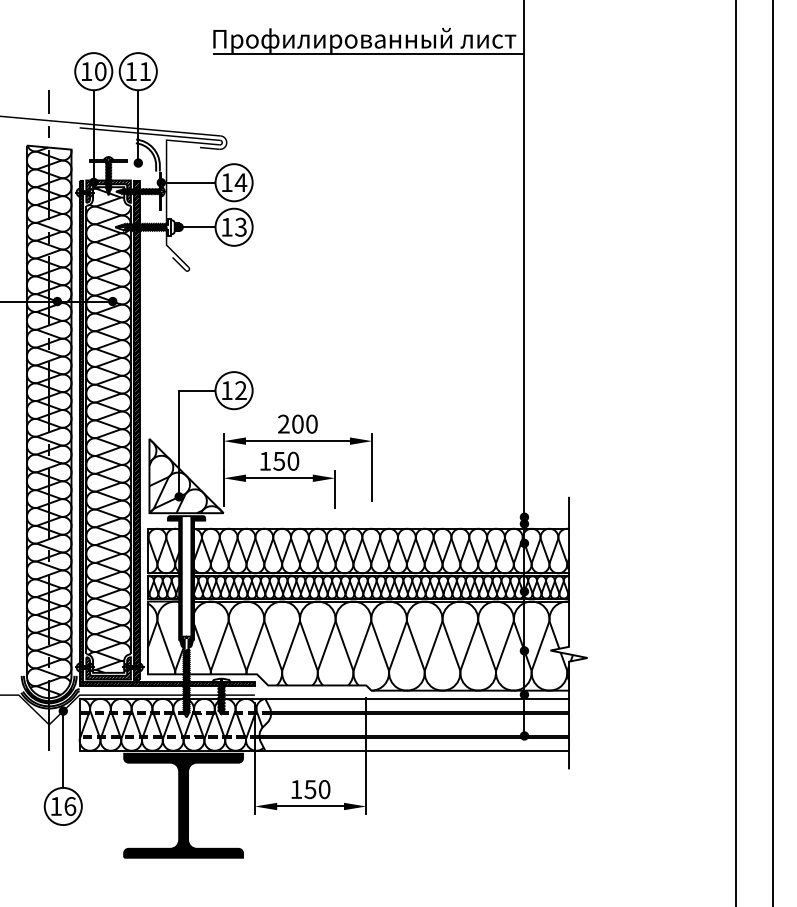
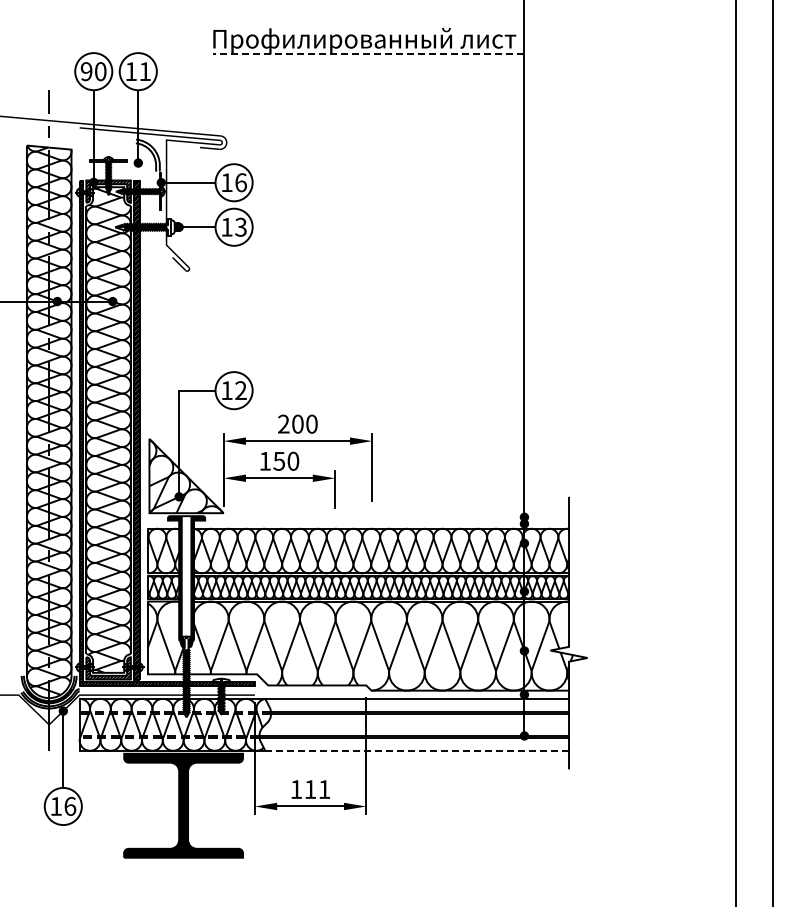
line at (368, 54): solid -> dashed
text at (86, 71): 10 -> 90
text at (240, 182): 14 -> 16
line at (417, 750): solid -> dashed
text at (317, 789): 150 -> 111
